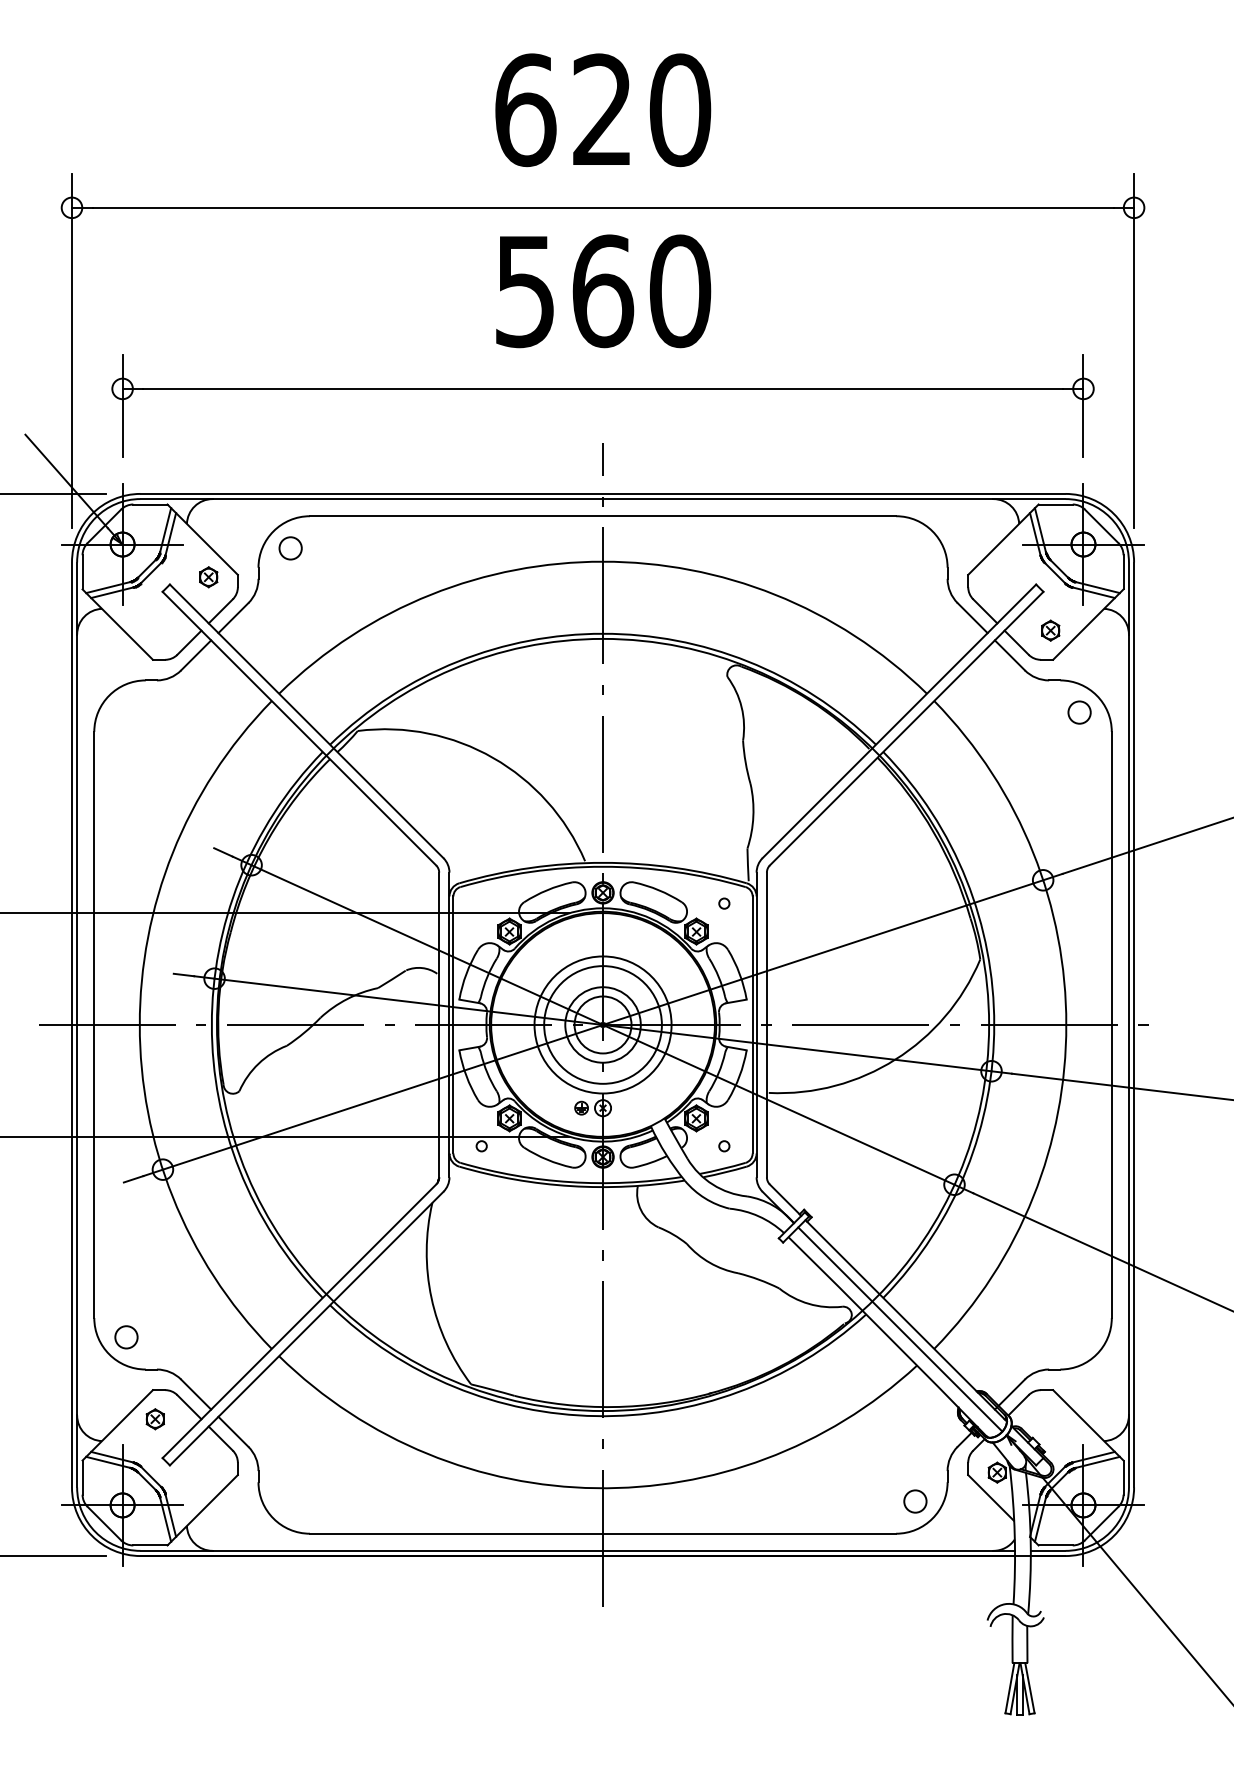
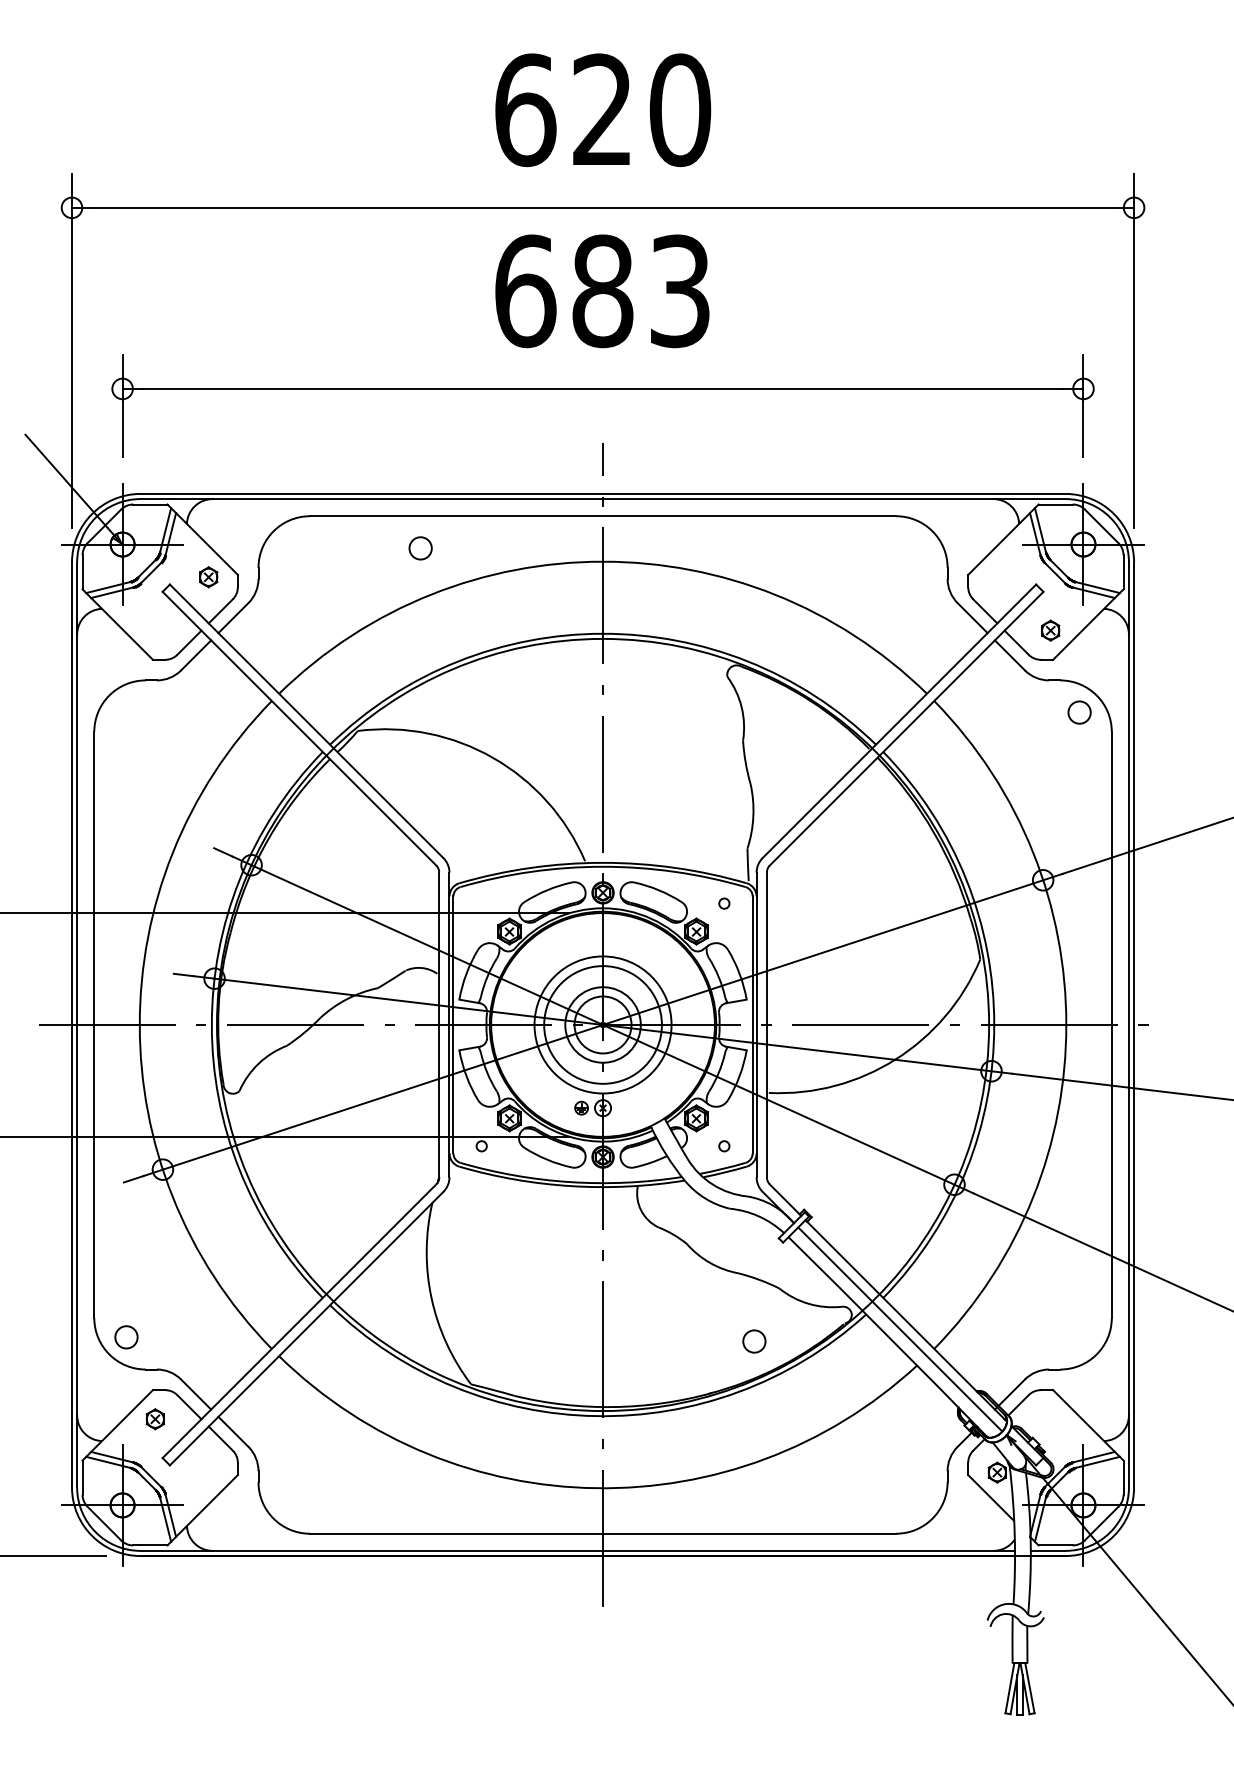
text at (603, 291): 560 -> 683
line at (54, 493): present -> none
circle at (290, 548) position: (290, 548) -> (420, 548)
circle at (915, 1501) position: (915, 1501) -> (754, 1341)
